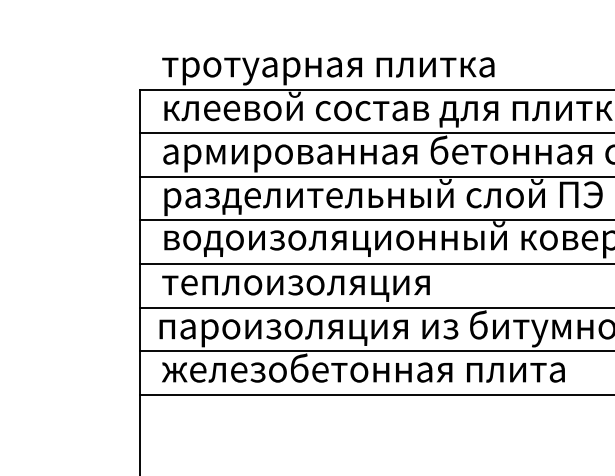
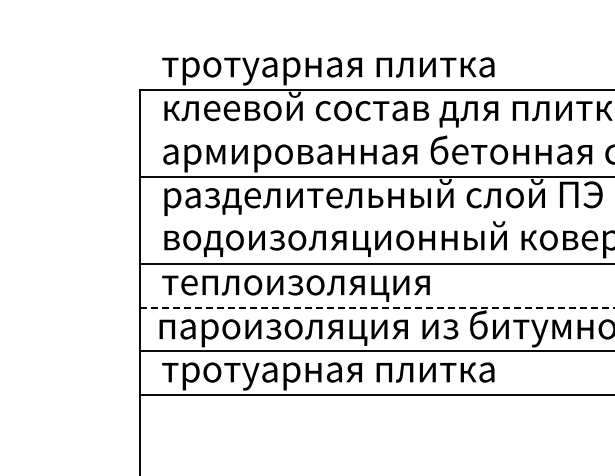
line at (375, 133): present -> none
line at (375, 220): present -> none
line at (377, 307): solid -> dashed
text at (363, 371): железобетонная плита -> тротуарная плитка
